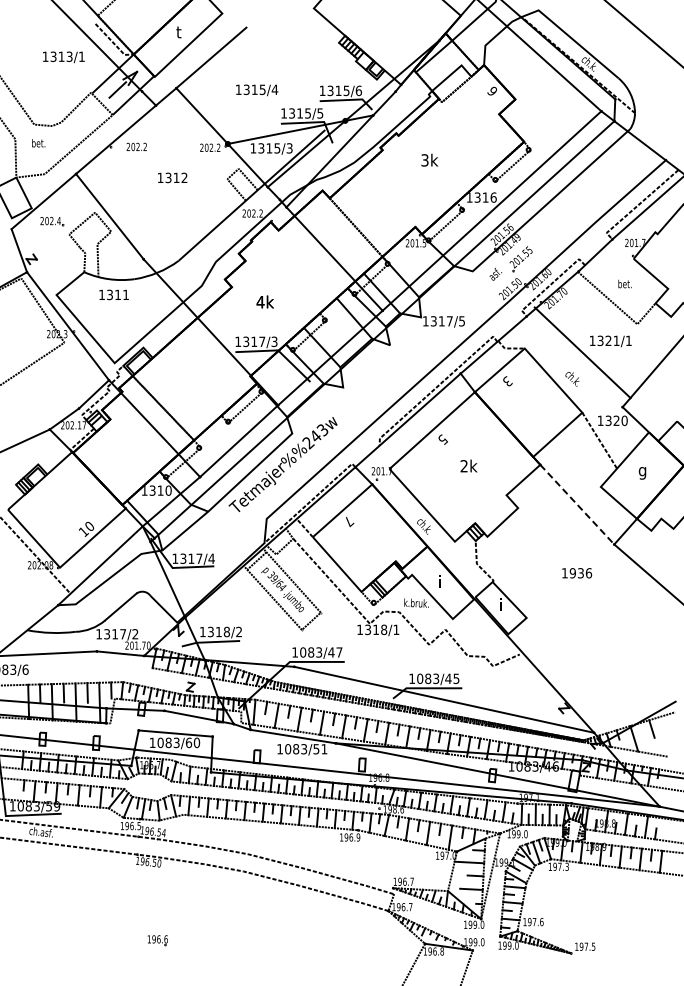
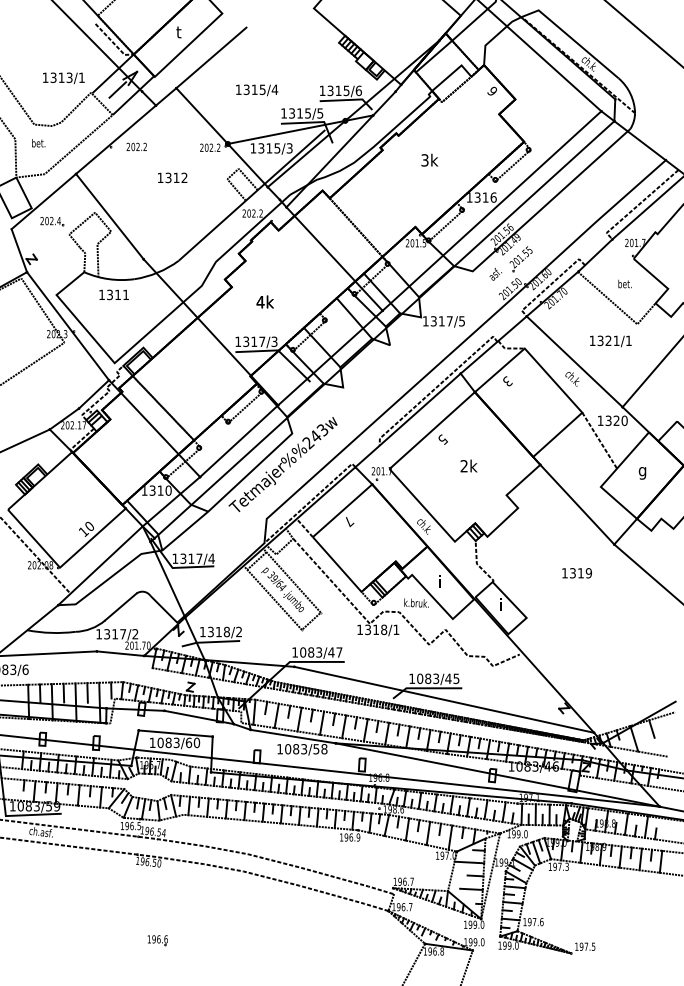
text at (63, 57) position: (63, 57) -> (63, 78)
line at (582, 352) position: (582, 352) -> (574, 361)
line at (577, 505): dashed -> solid
text at (580, 573): 1936 -> 1319
text at (324, 749): 1083/51 -> 1083/58
